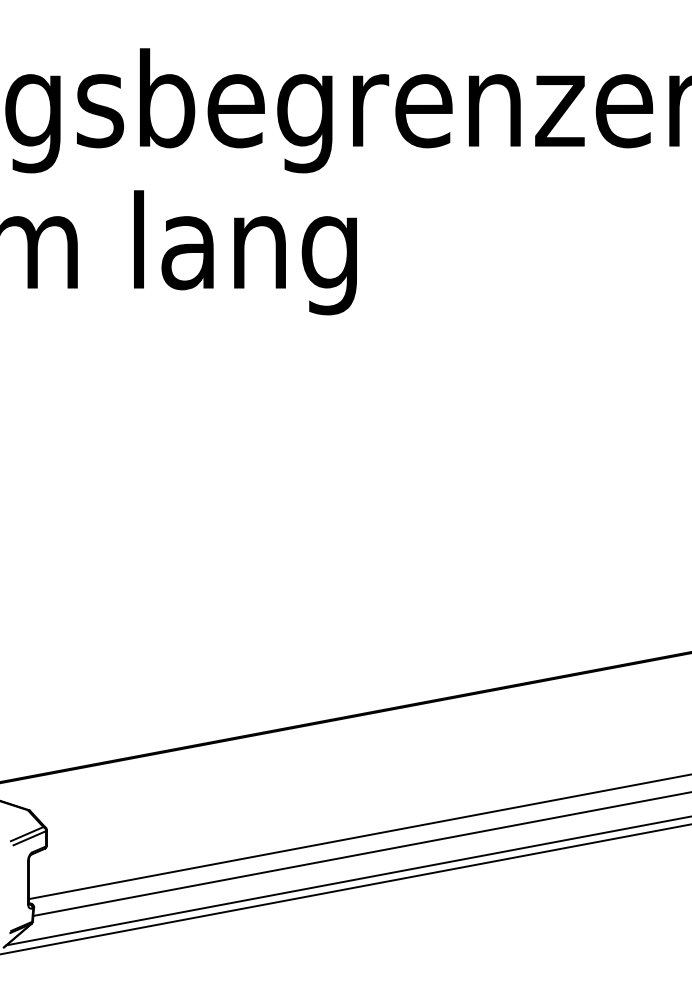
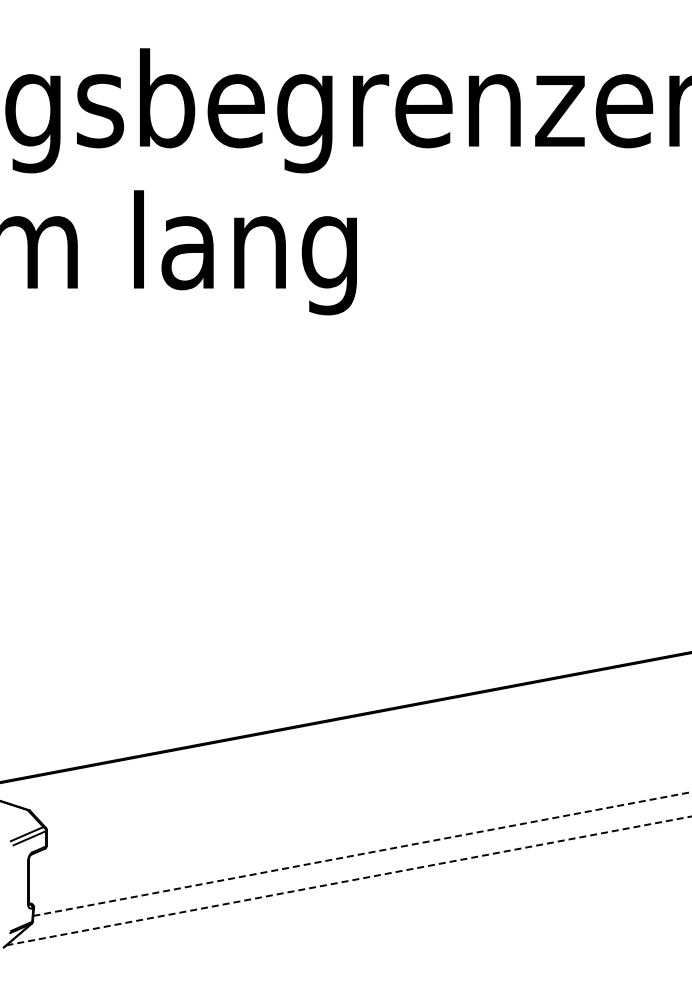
line at (358, 837): present -> none
line at (362, 854): solid -> dashed
line at (349, 880): solid -> dashed
line at (345, 888): present -> none
